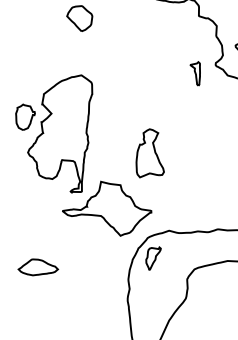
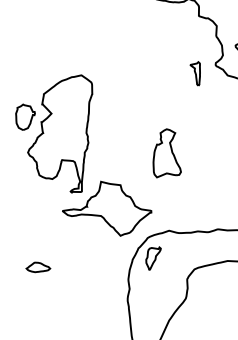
part at (79, 18): present -> none
part at (149, 153) position: (149, 153) -> (166, 153)
part at (38, 267) size: 43x19 px -> 27x13 px
